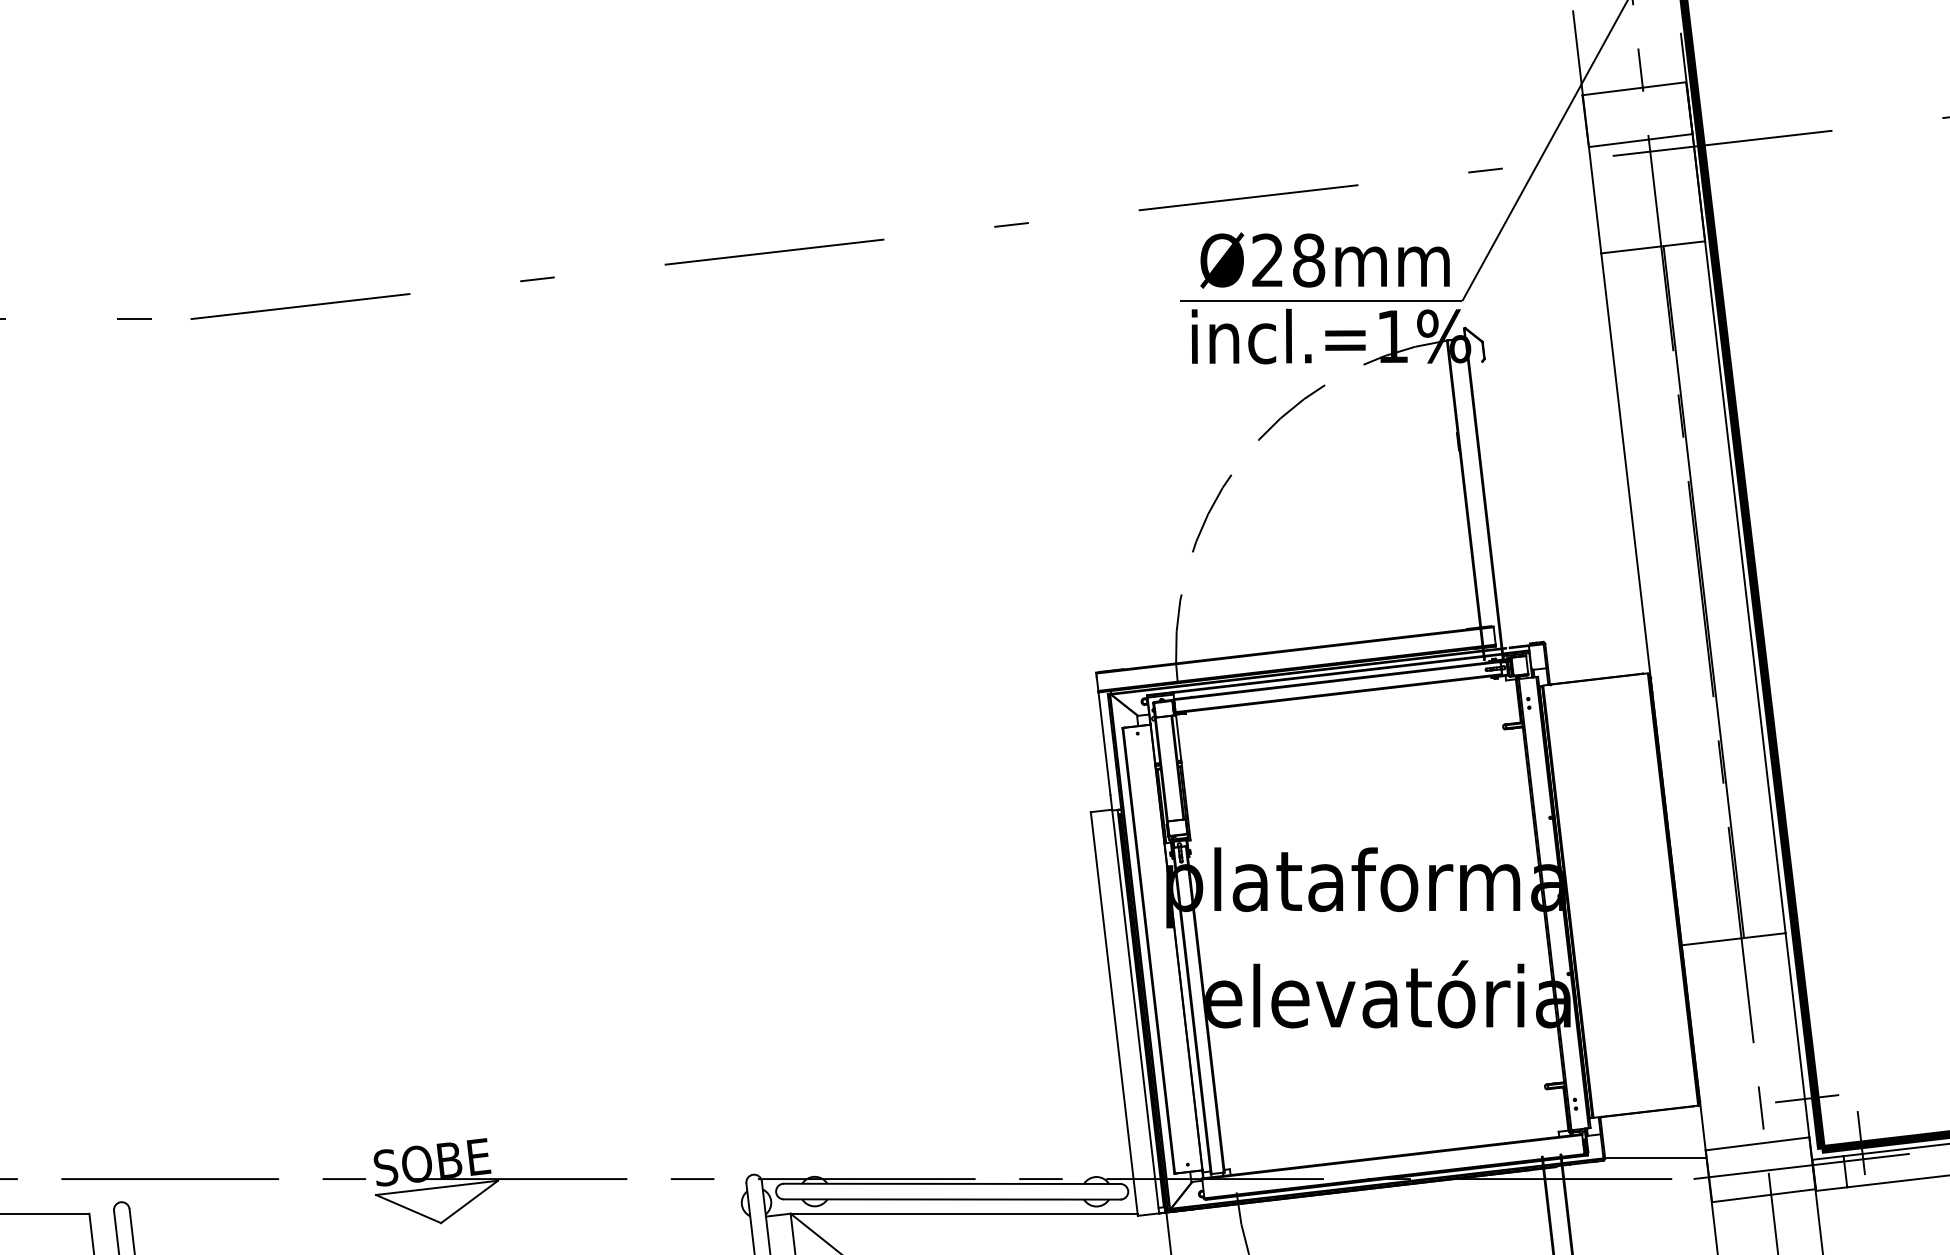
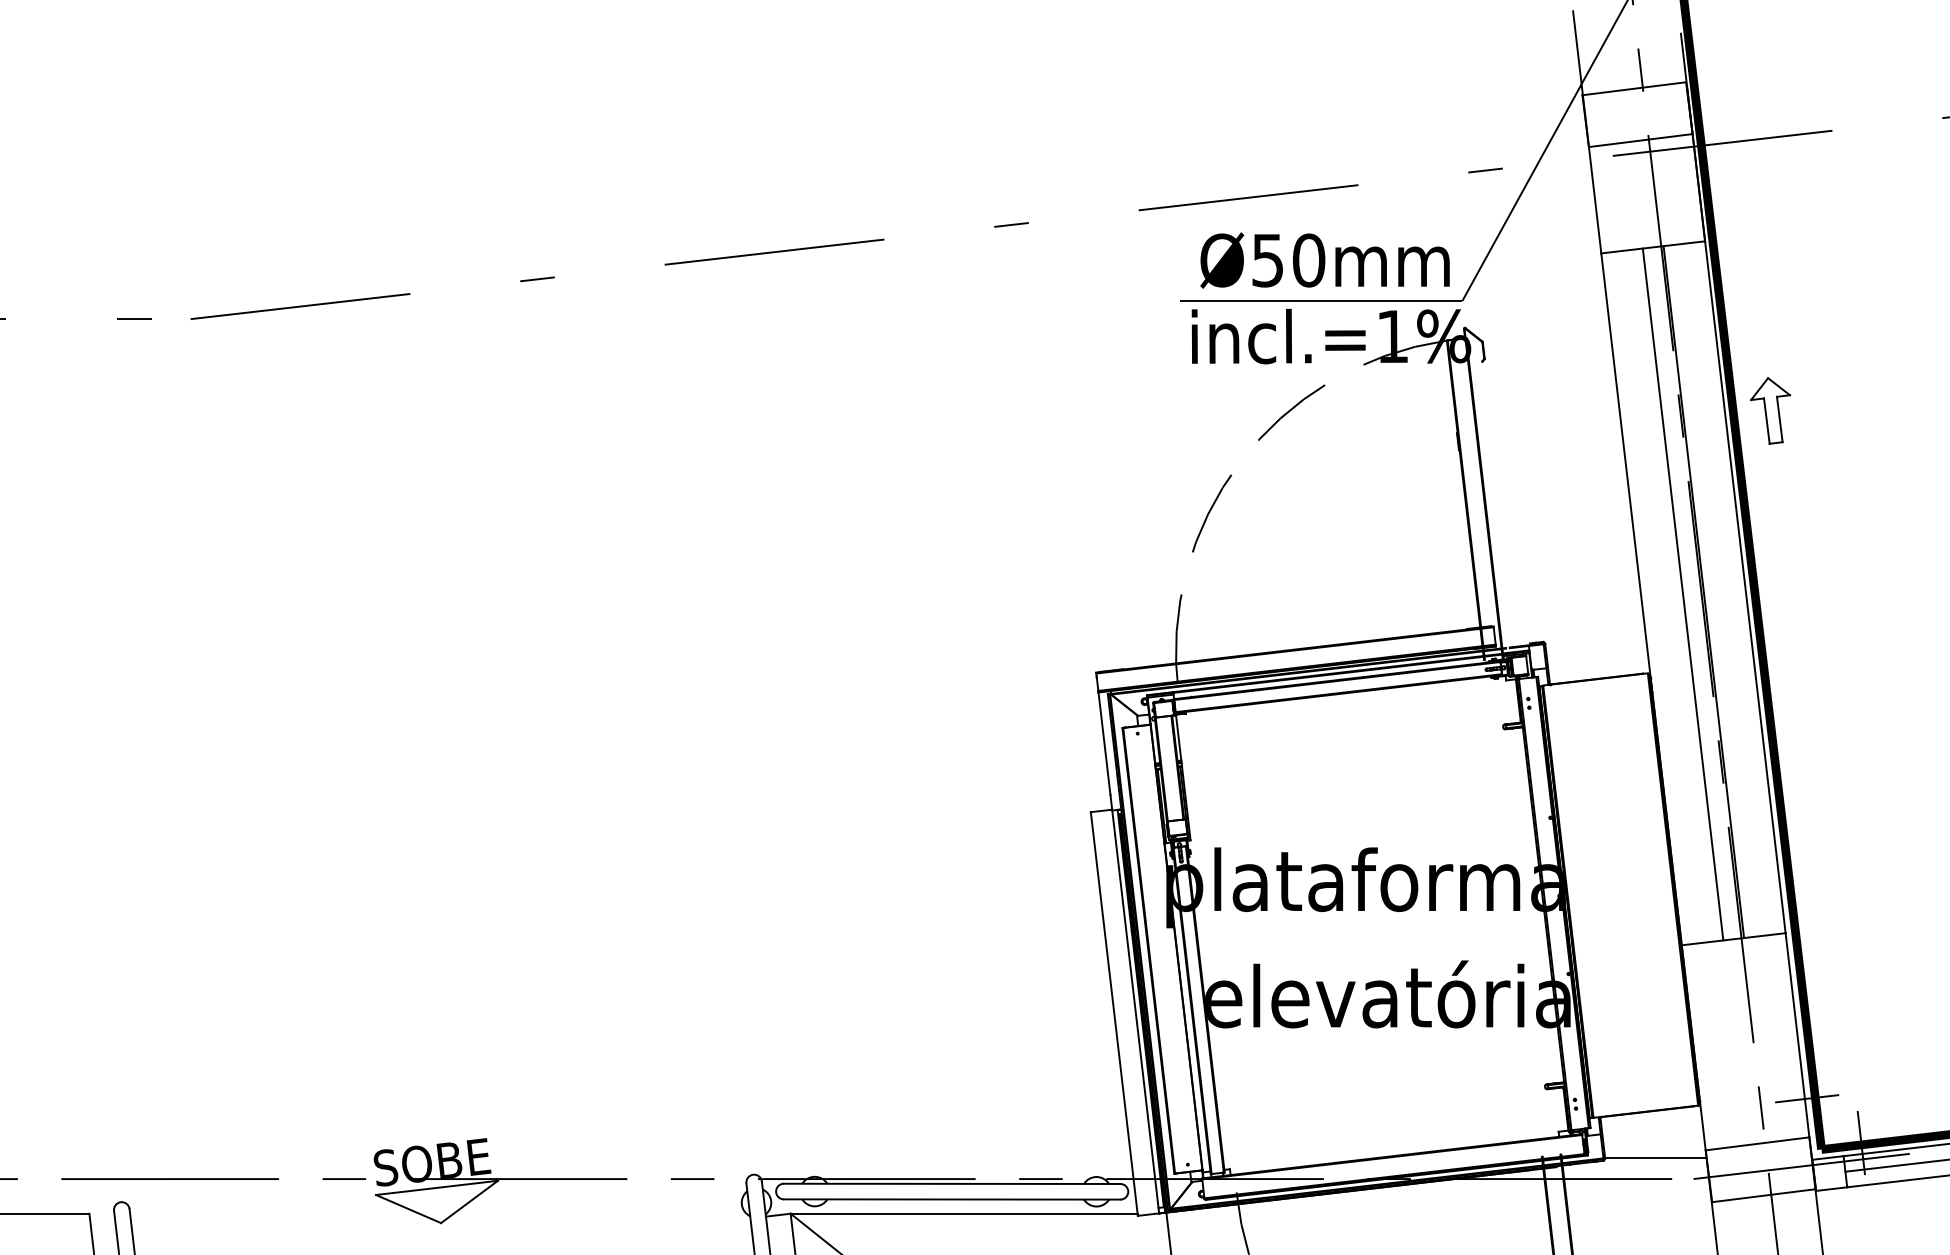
text at (1288, 260): Ø28mm -> Ø50mm
part at (1770, 410): none -> present
line at (1682, 594): none -> present
line at (1895, 1165): none -> present
